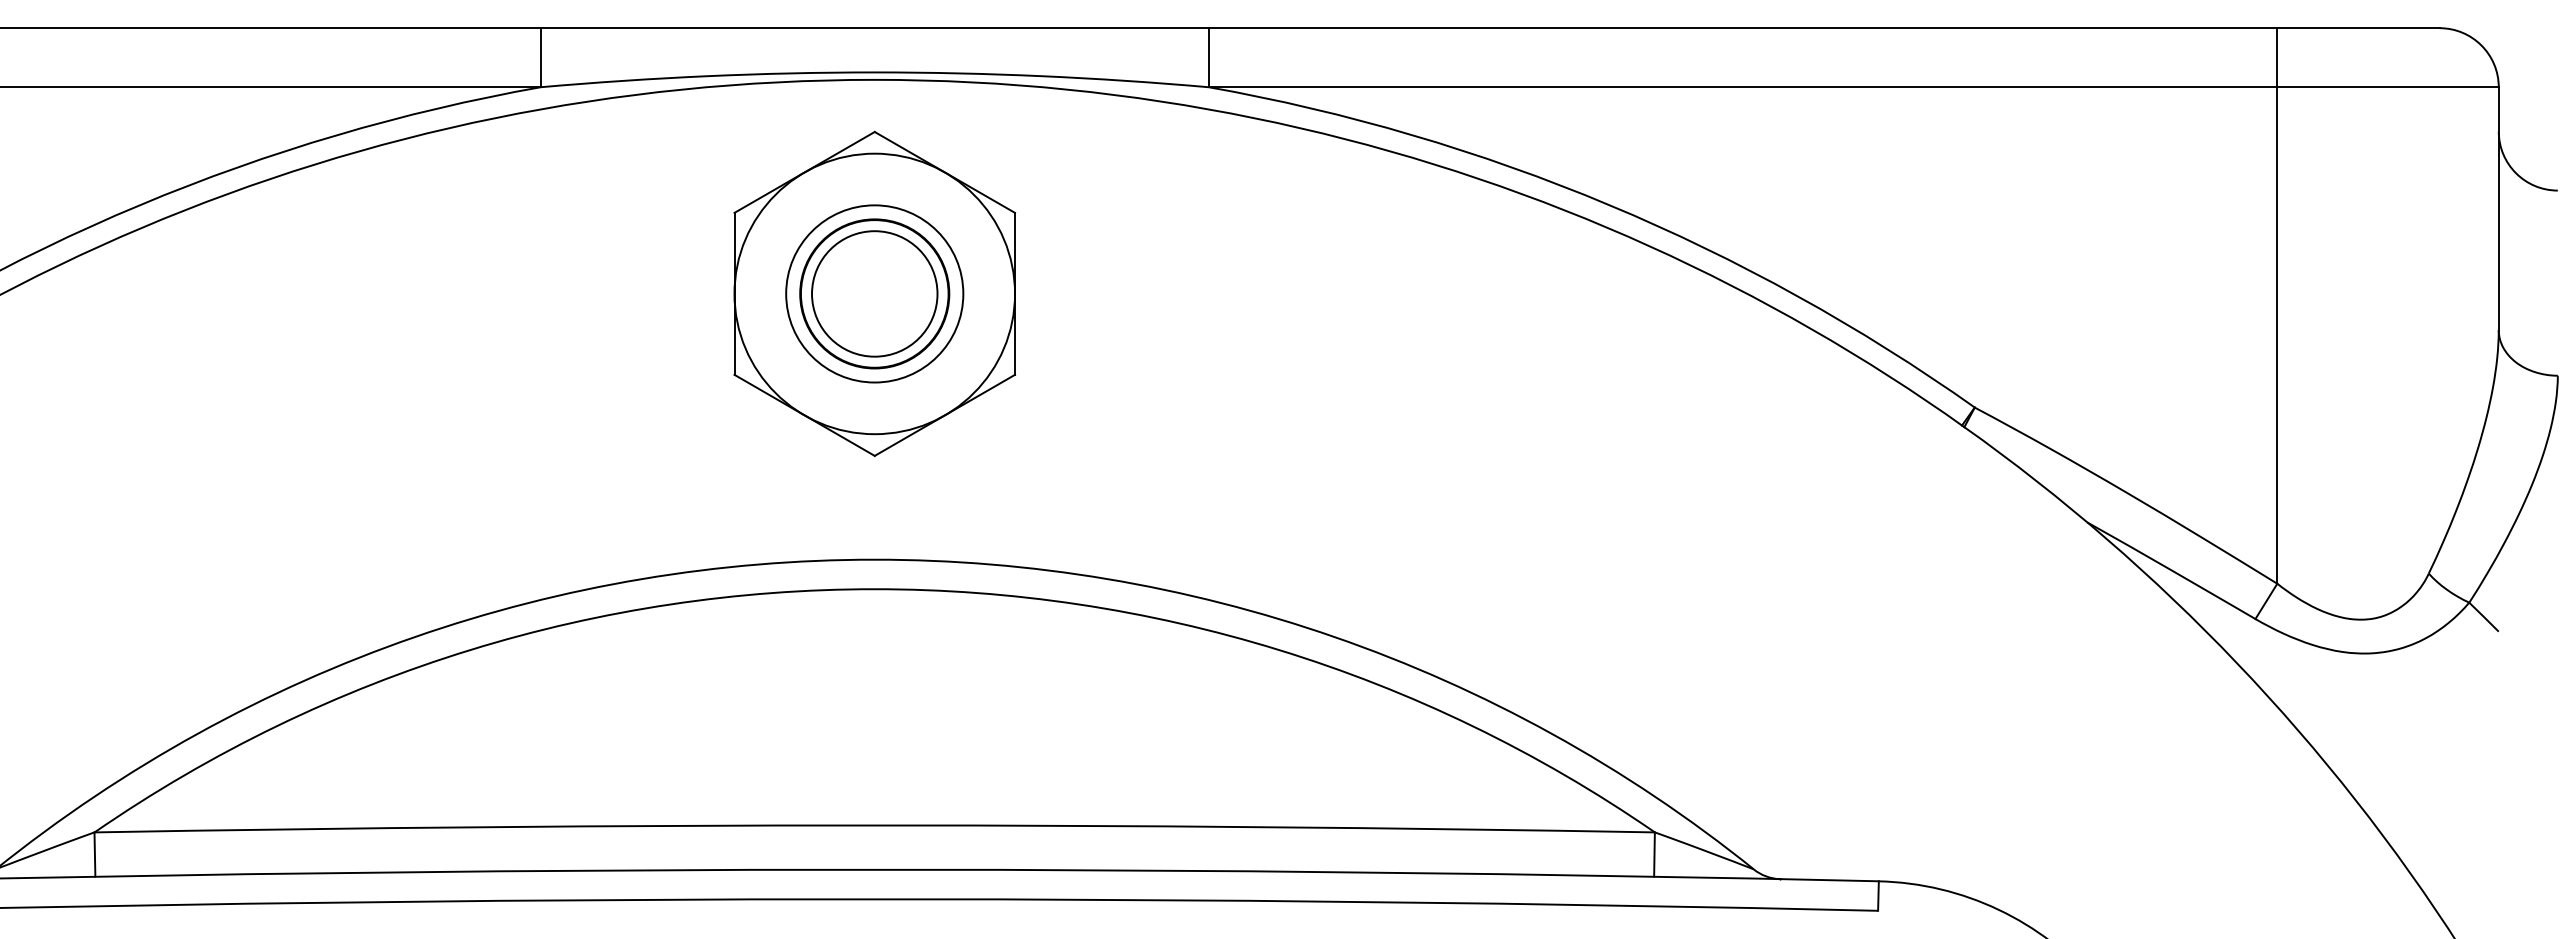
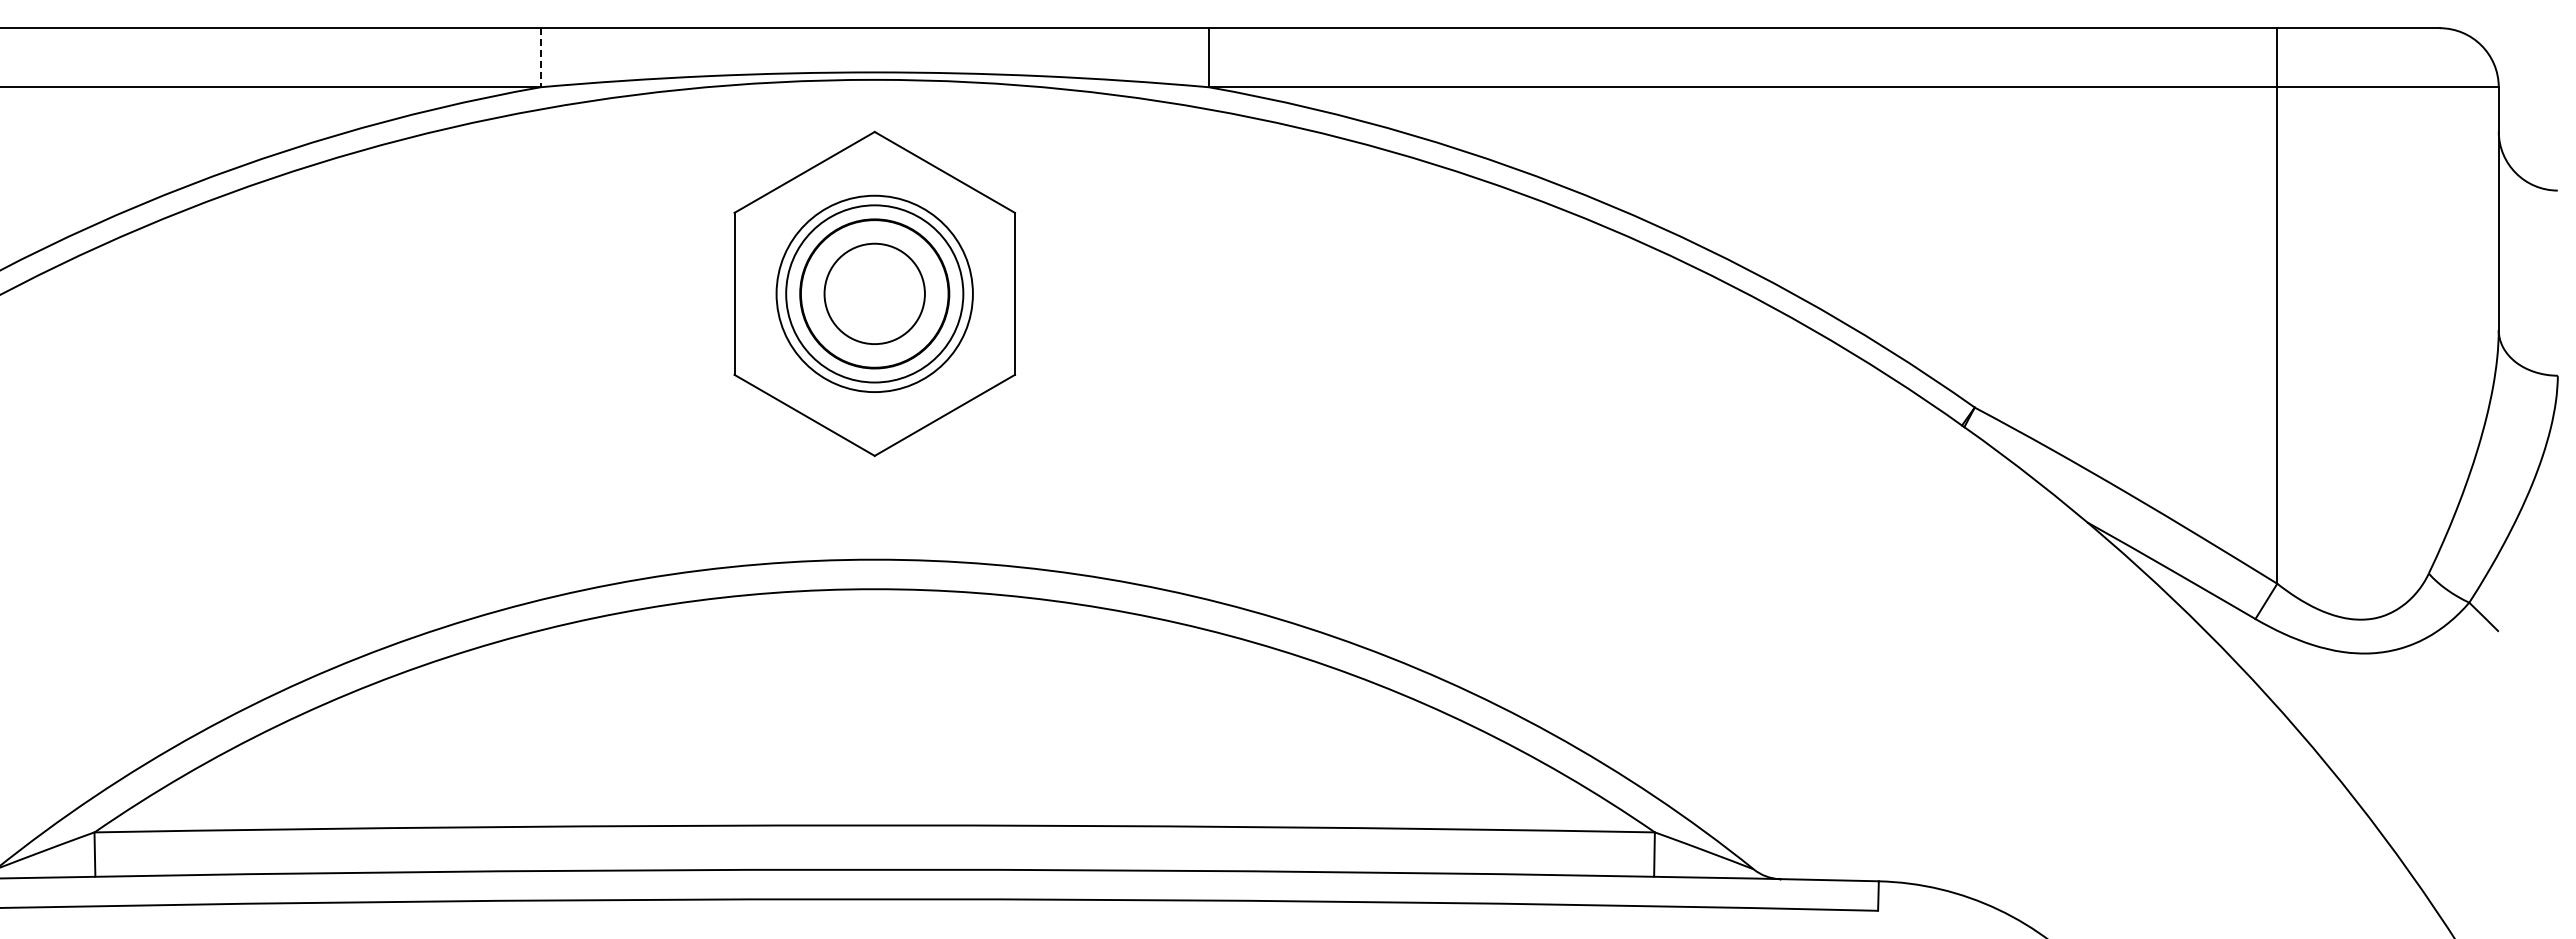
line at (540, 57): solid -> dashed
circle at (874, 293) diameter: 125 px -> 100 px
circle at (874, 293) diameter: 281 px -> 196 px
